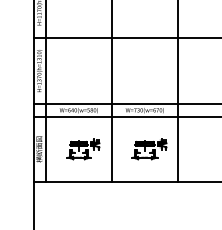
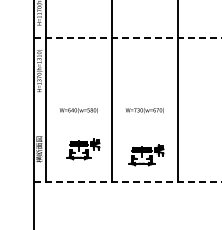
line at (127, 37): solid -> dashed
line at (125, 104): present -> none
line at (125, 116): present -> none
part at (149, 149) position: (149, 149) -> (146, 155)
line at (127, 181): solid -> dashed
